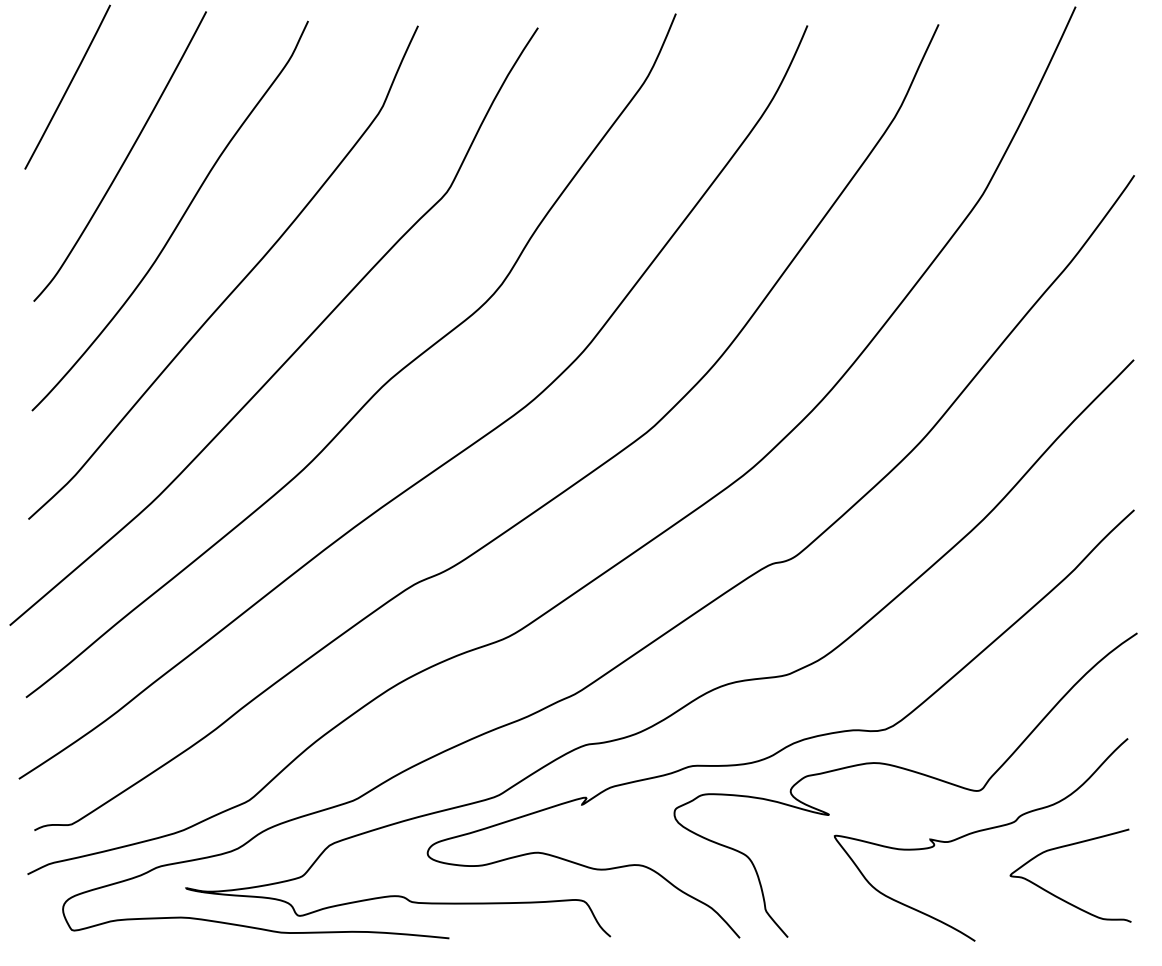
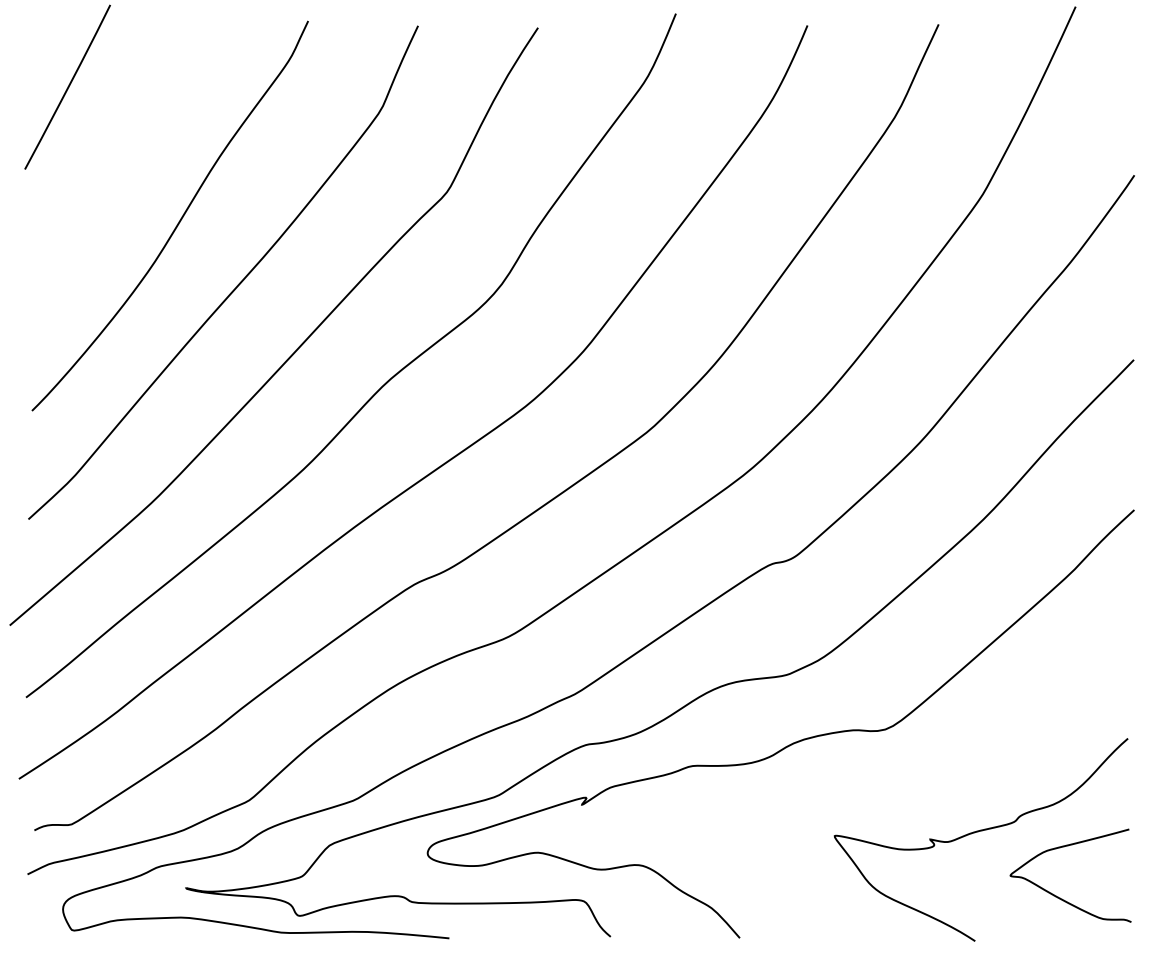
curve at (124, 159): present -> none
curve at (909, 771): present -> none
